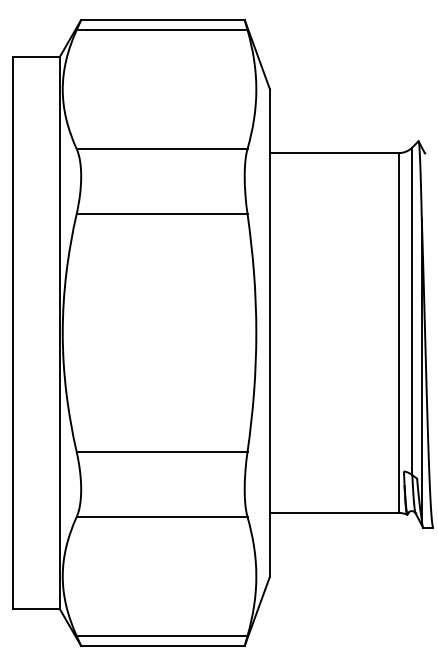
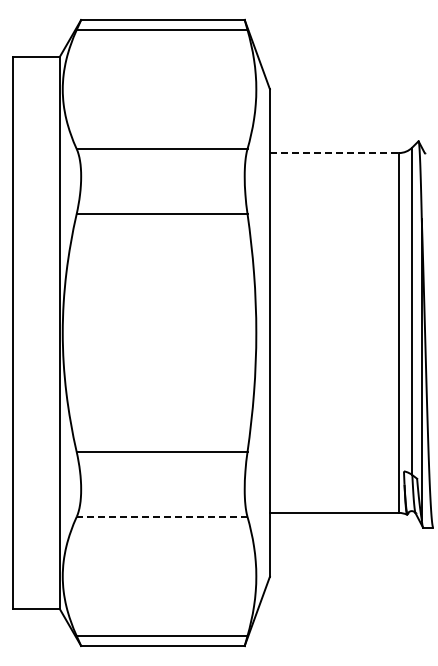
line at (334, 153): solid -> dashed
line at (161, 516): solid -> dashed
